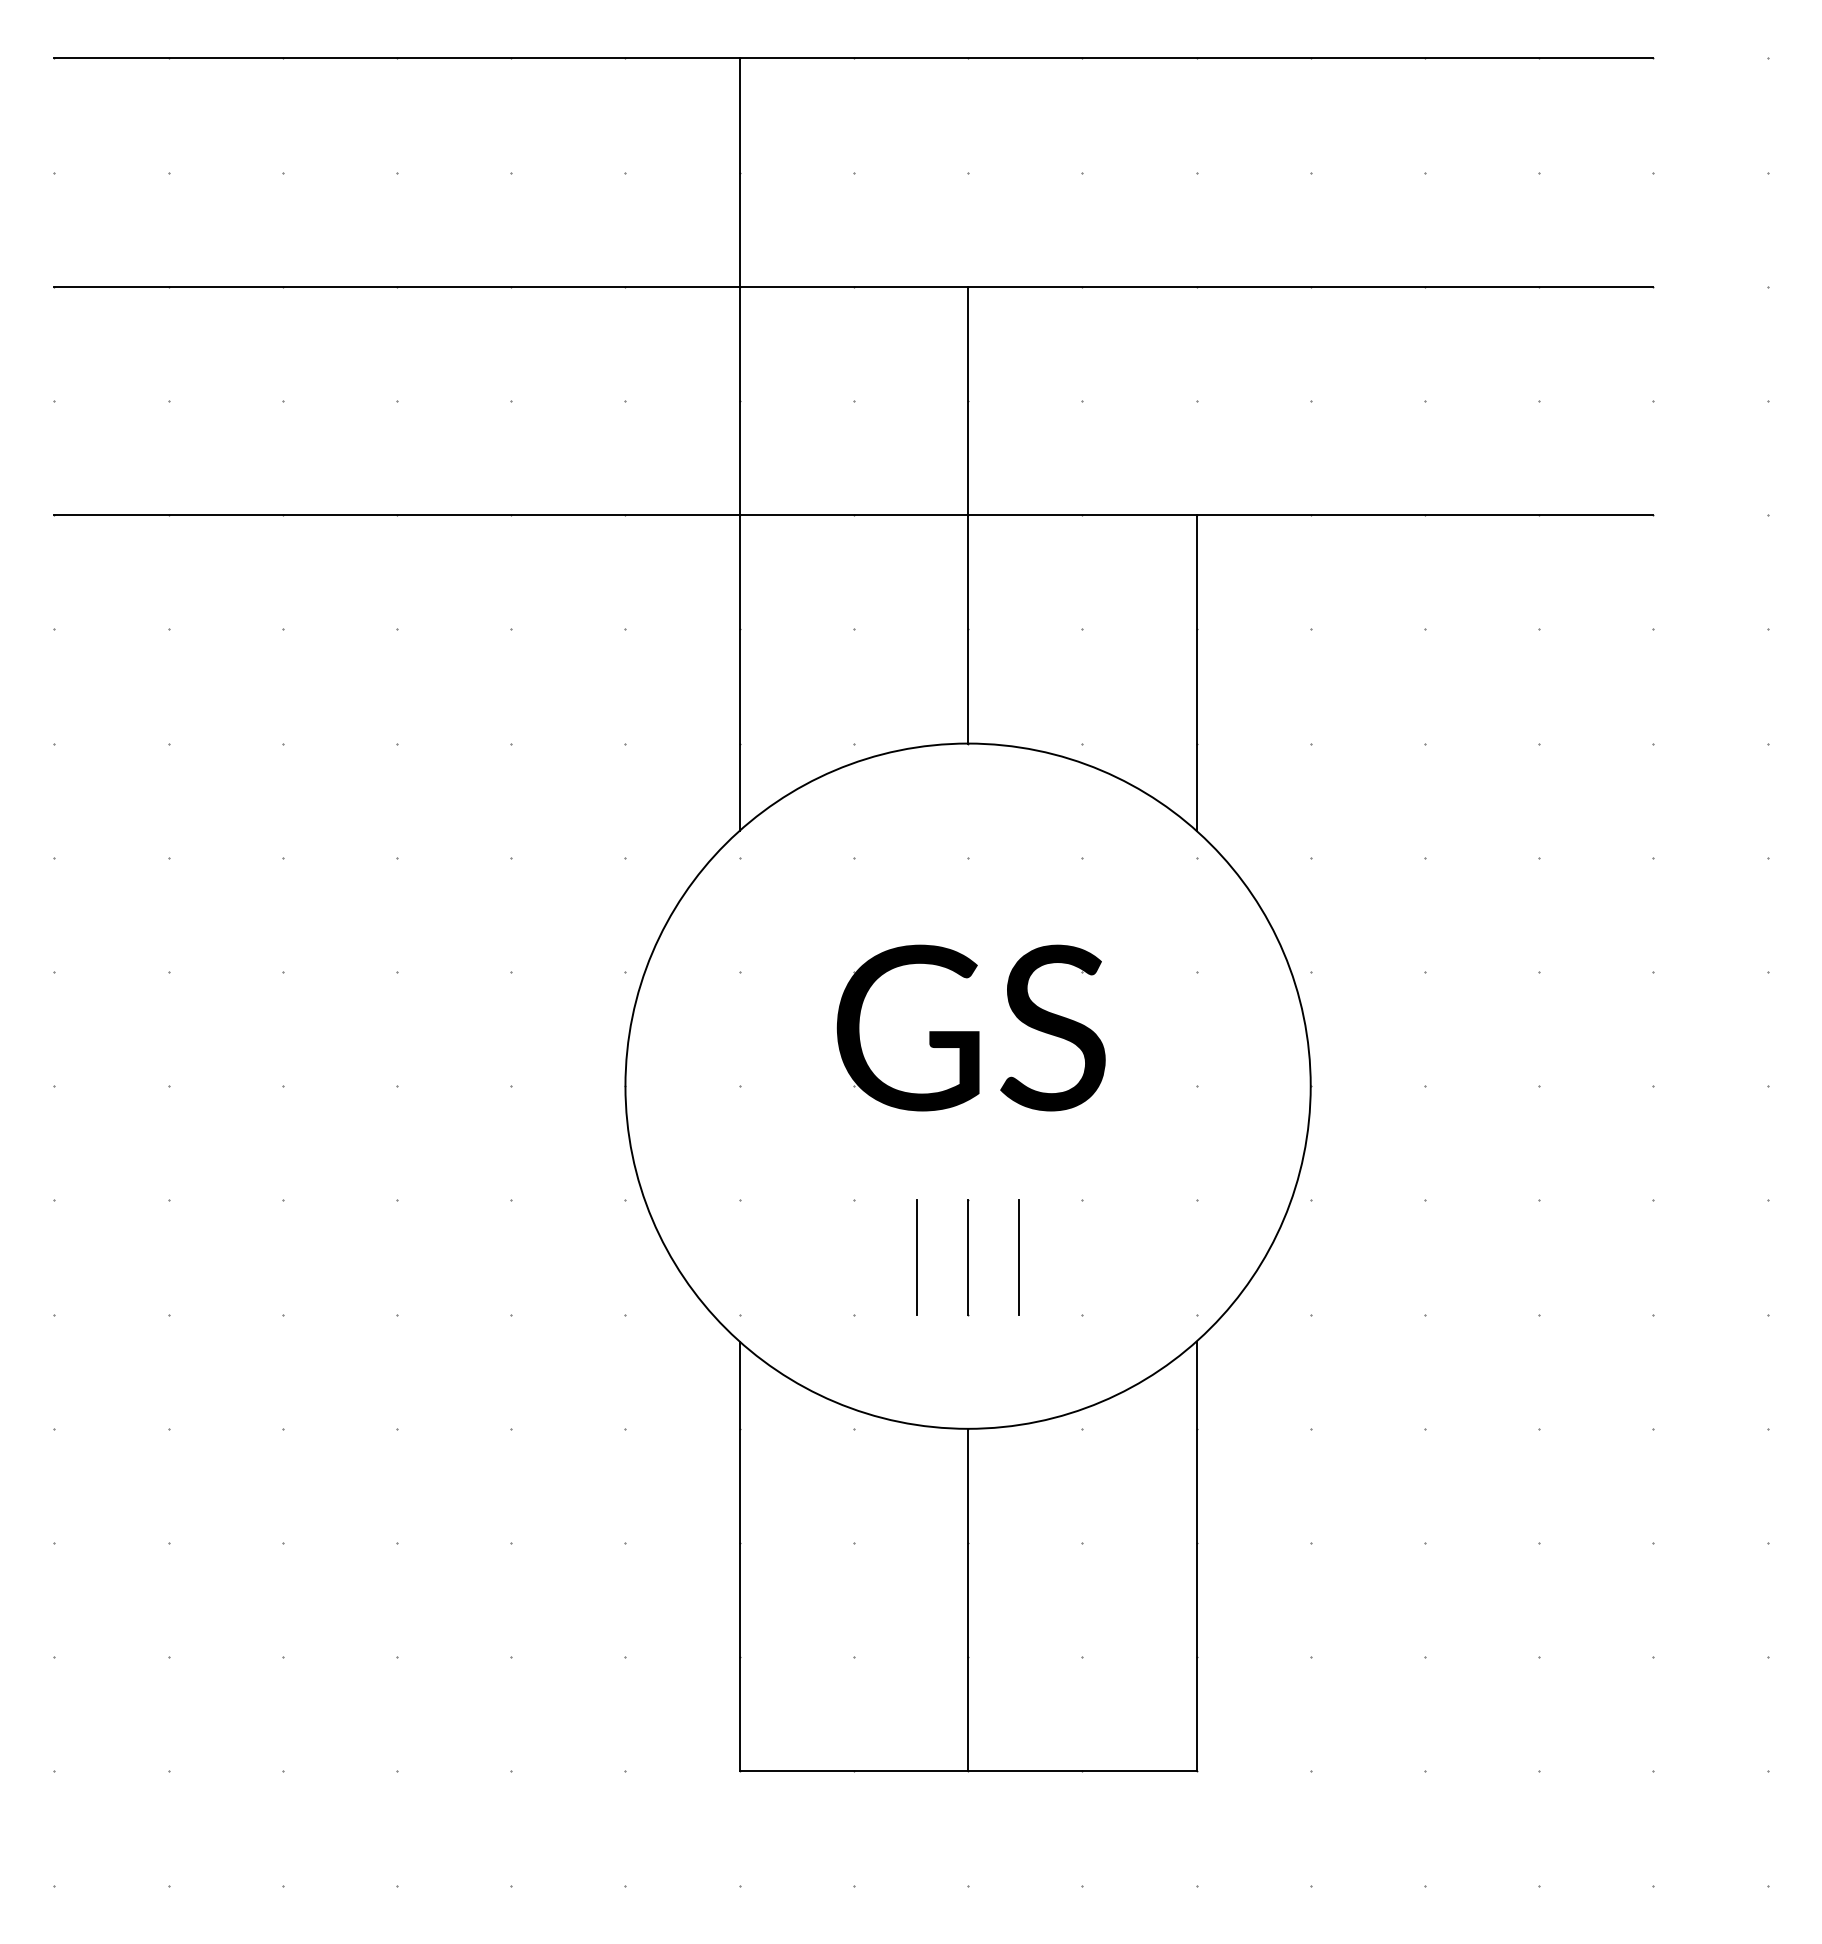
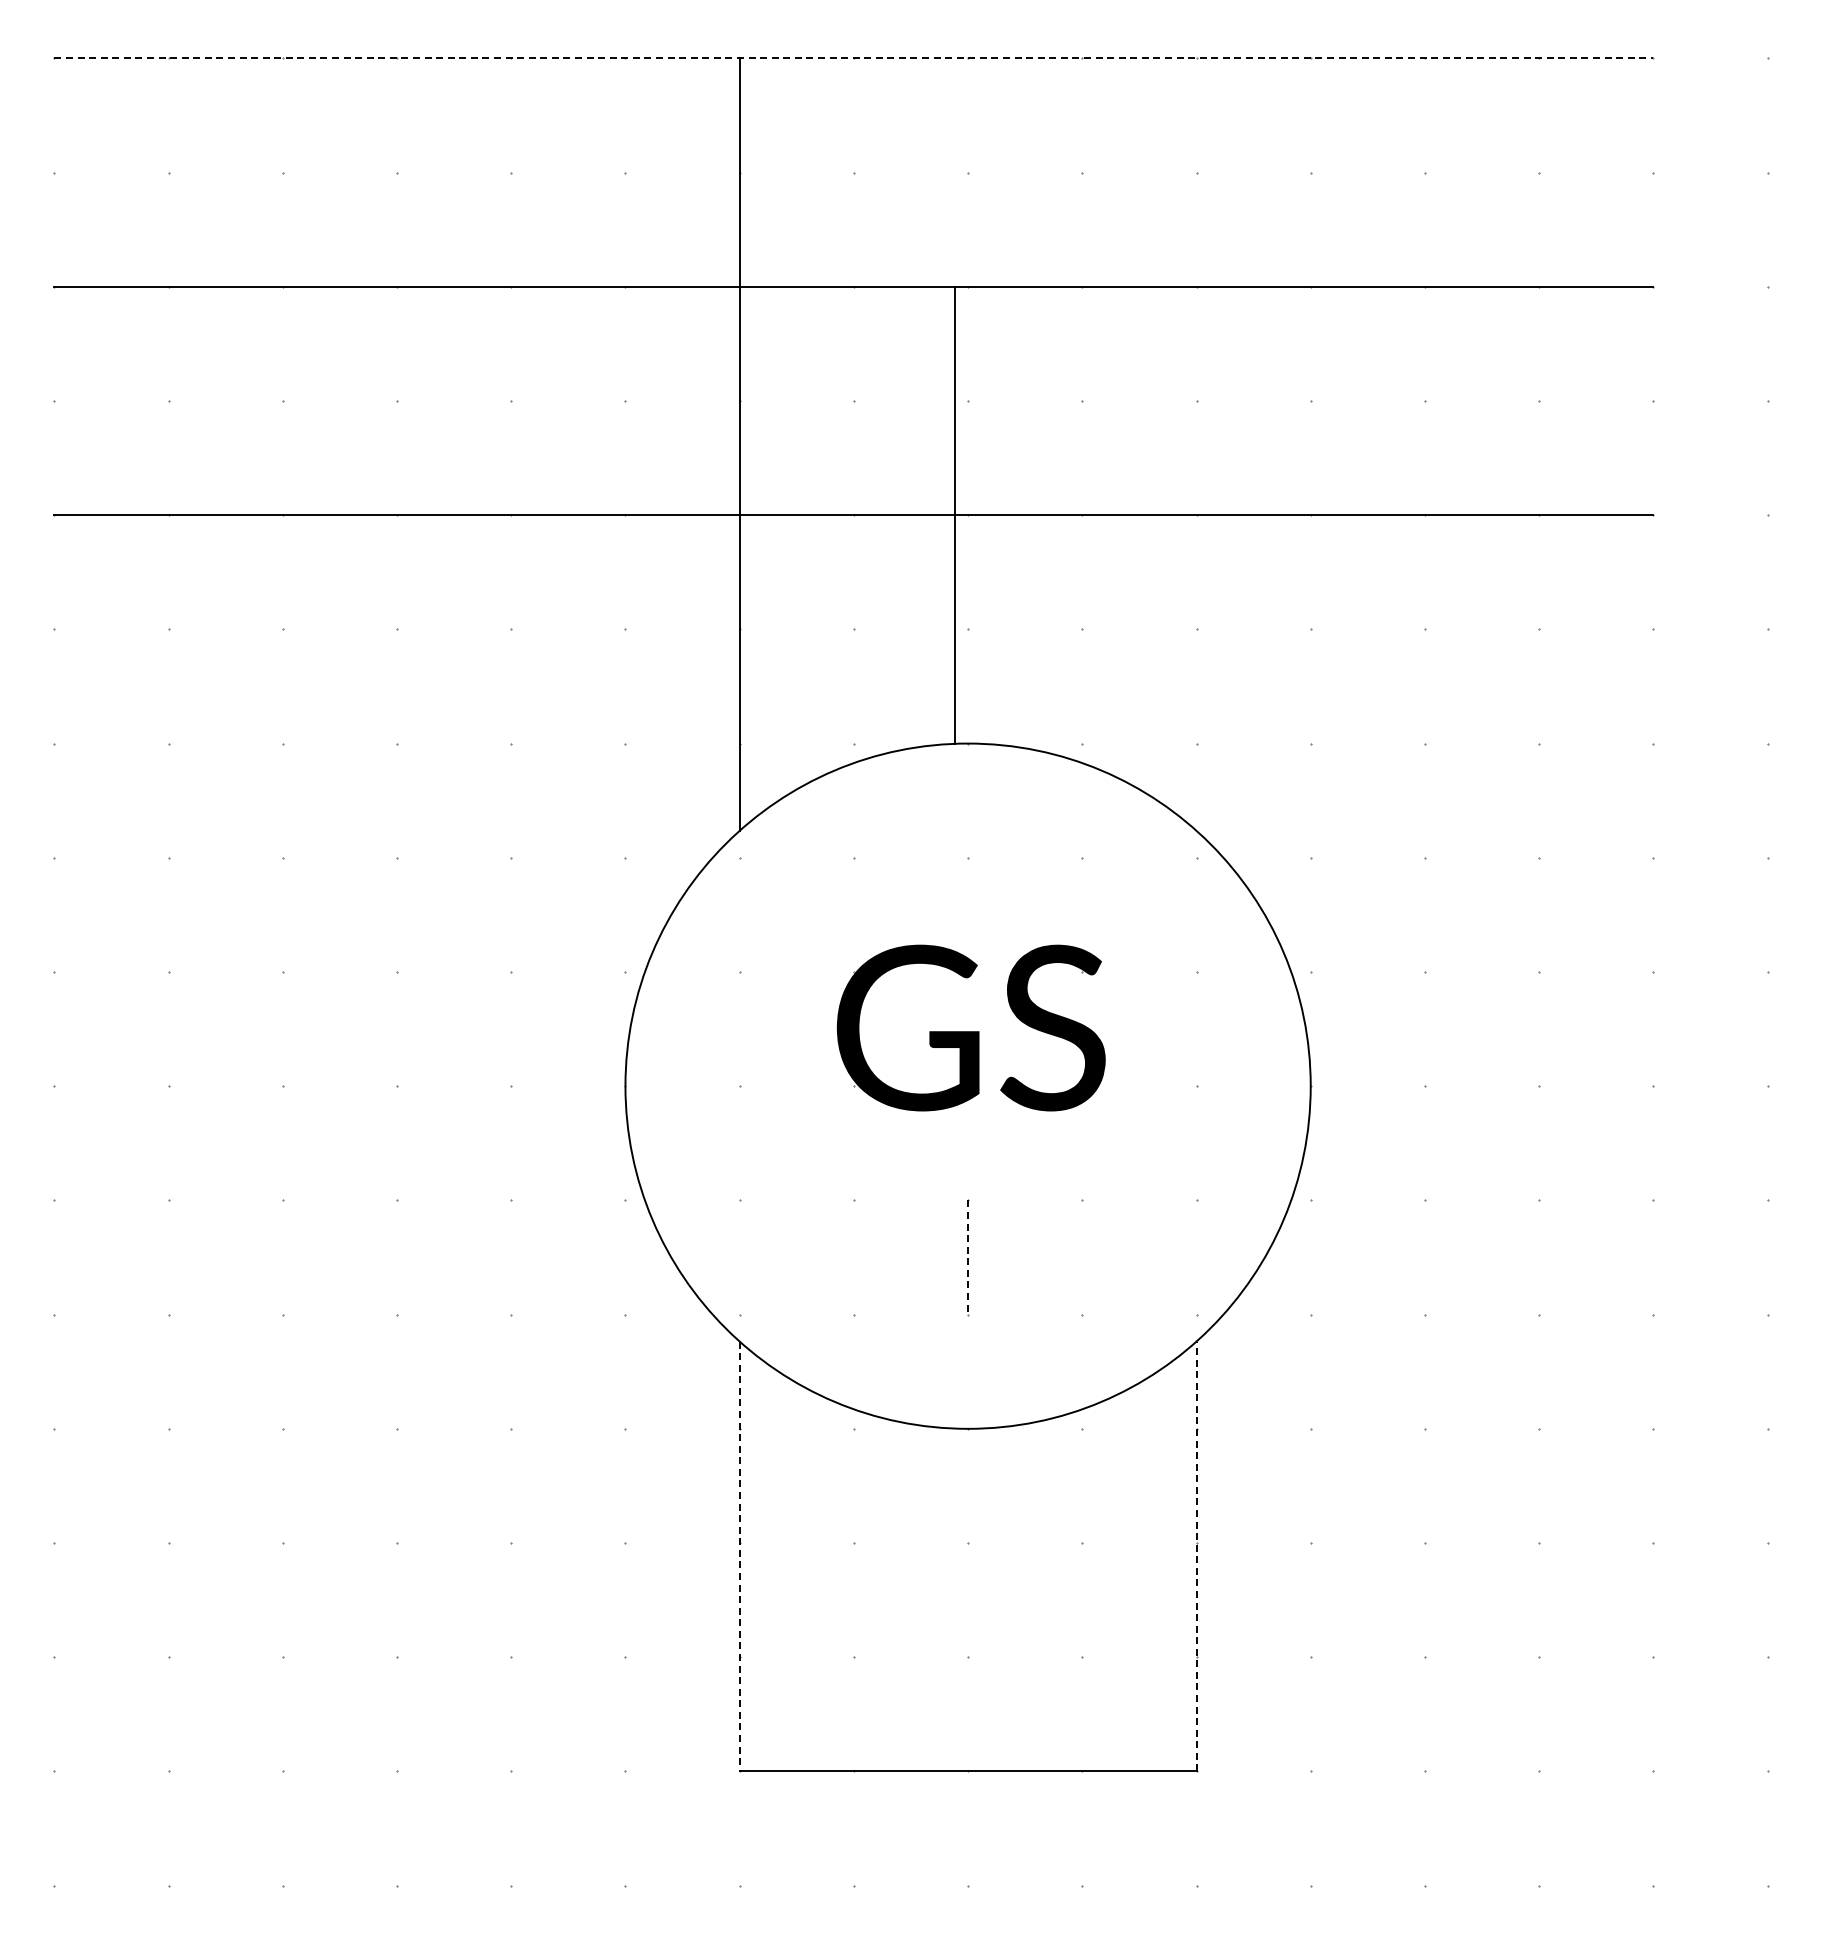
line at (854, 58): solid -> dashed
line at (968, 514) position: (968, 514) -> (955, 514)
line at (1196, 672): present -> none
line at (916, 1257): present -> none
line at (1019, 1257): present -> none
line at (968, 1258): solid -> dashed
line at (739, 1556): solid -> dashed
line at (1196, 1556): solid -> dashed
line at (968, 1599): present -> none
